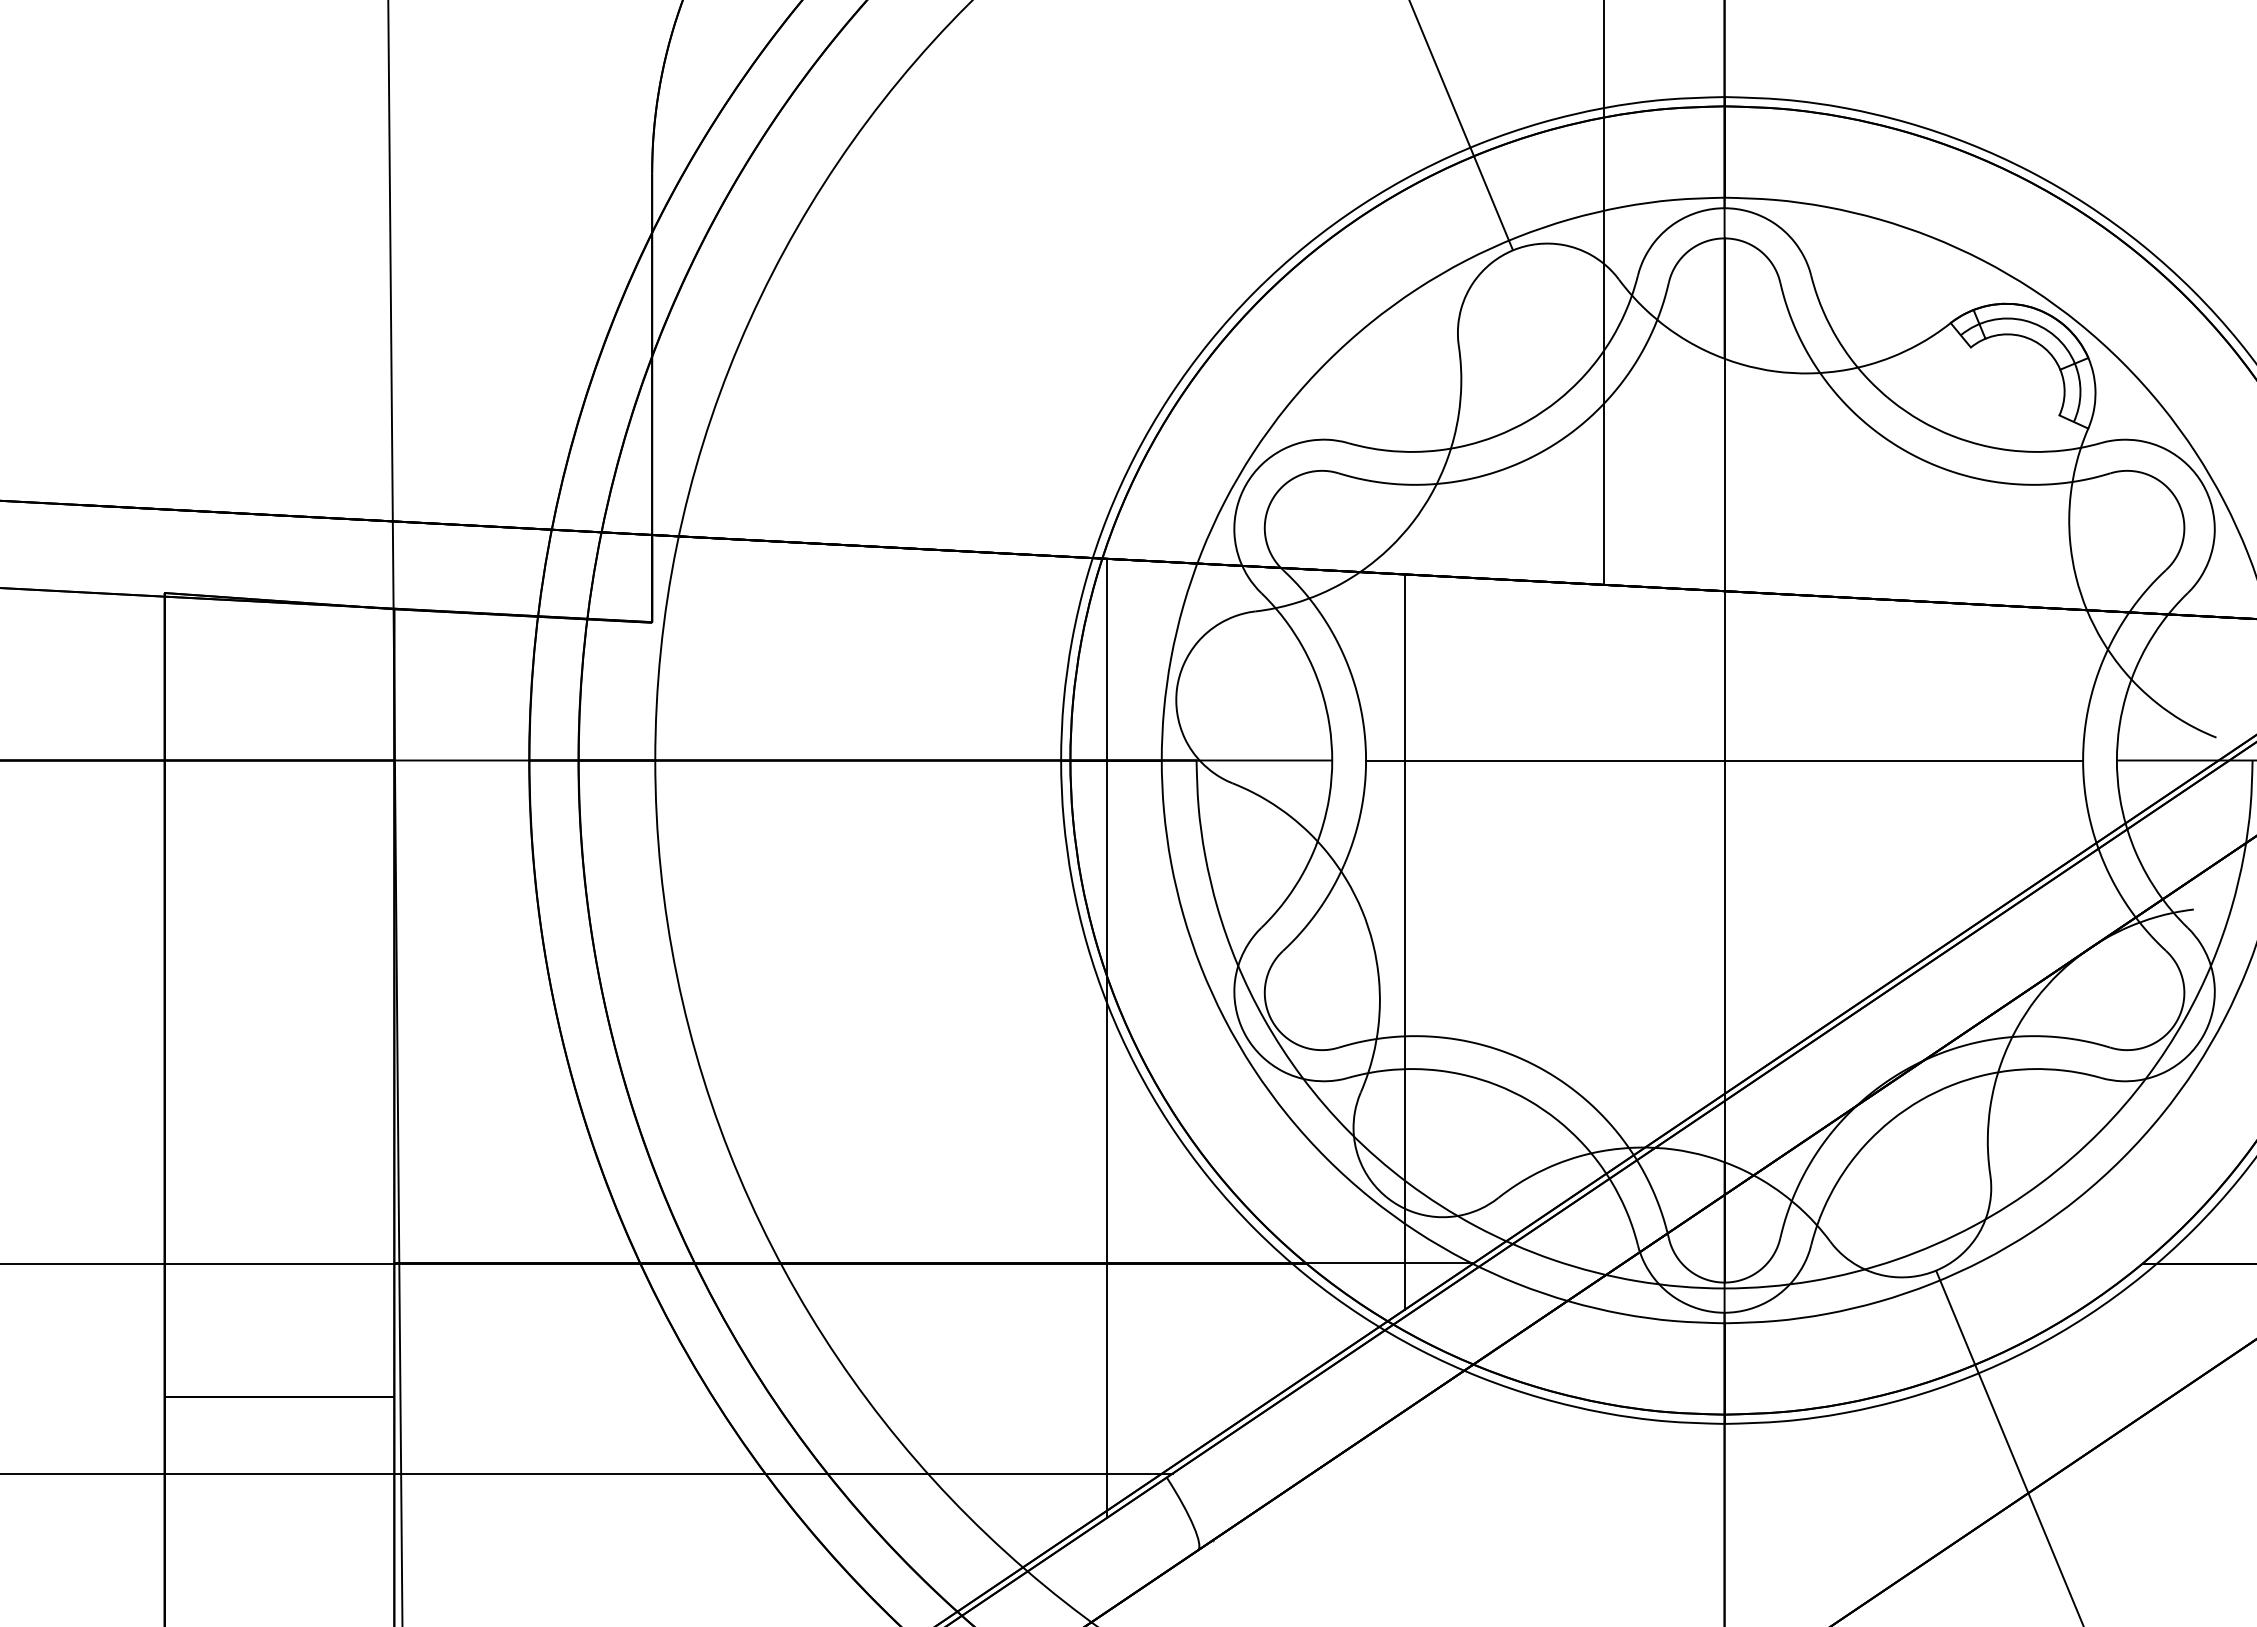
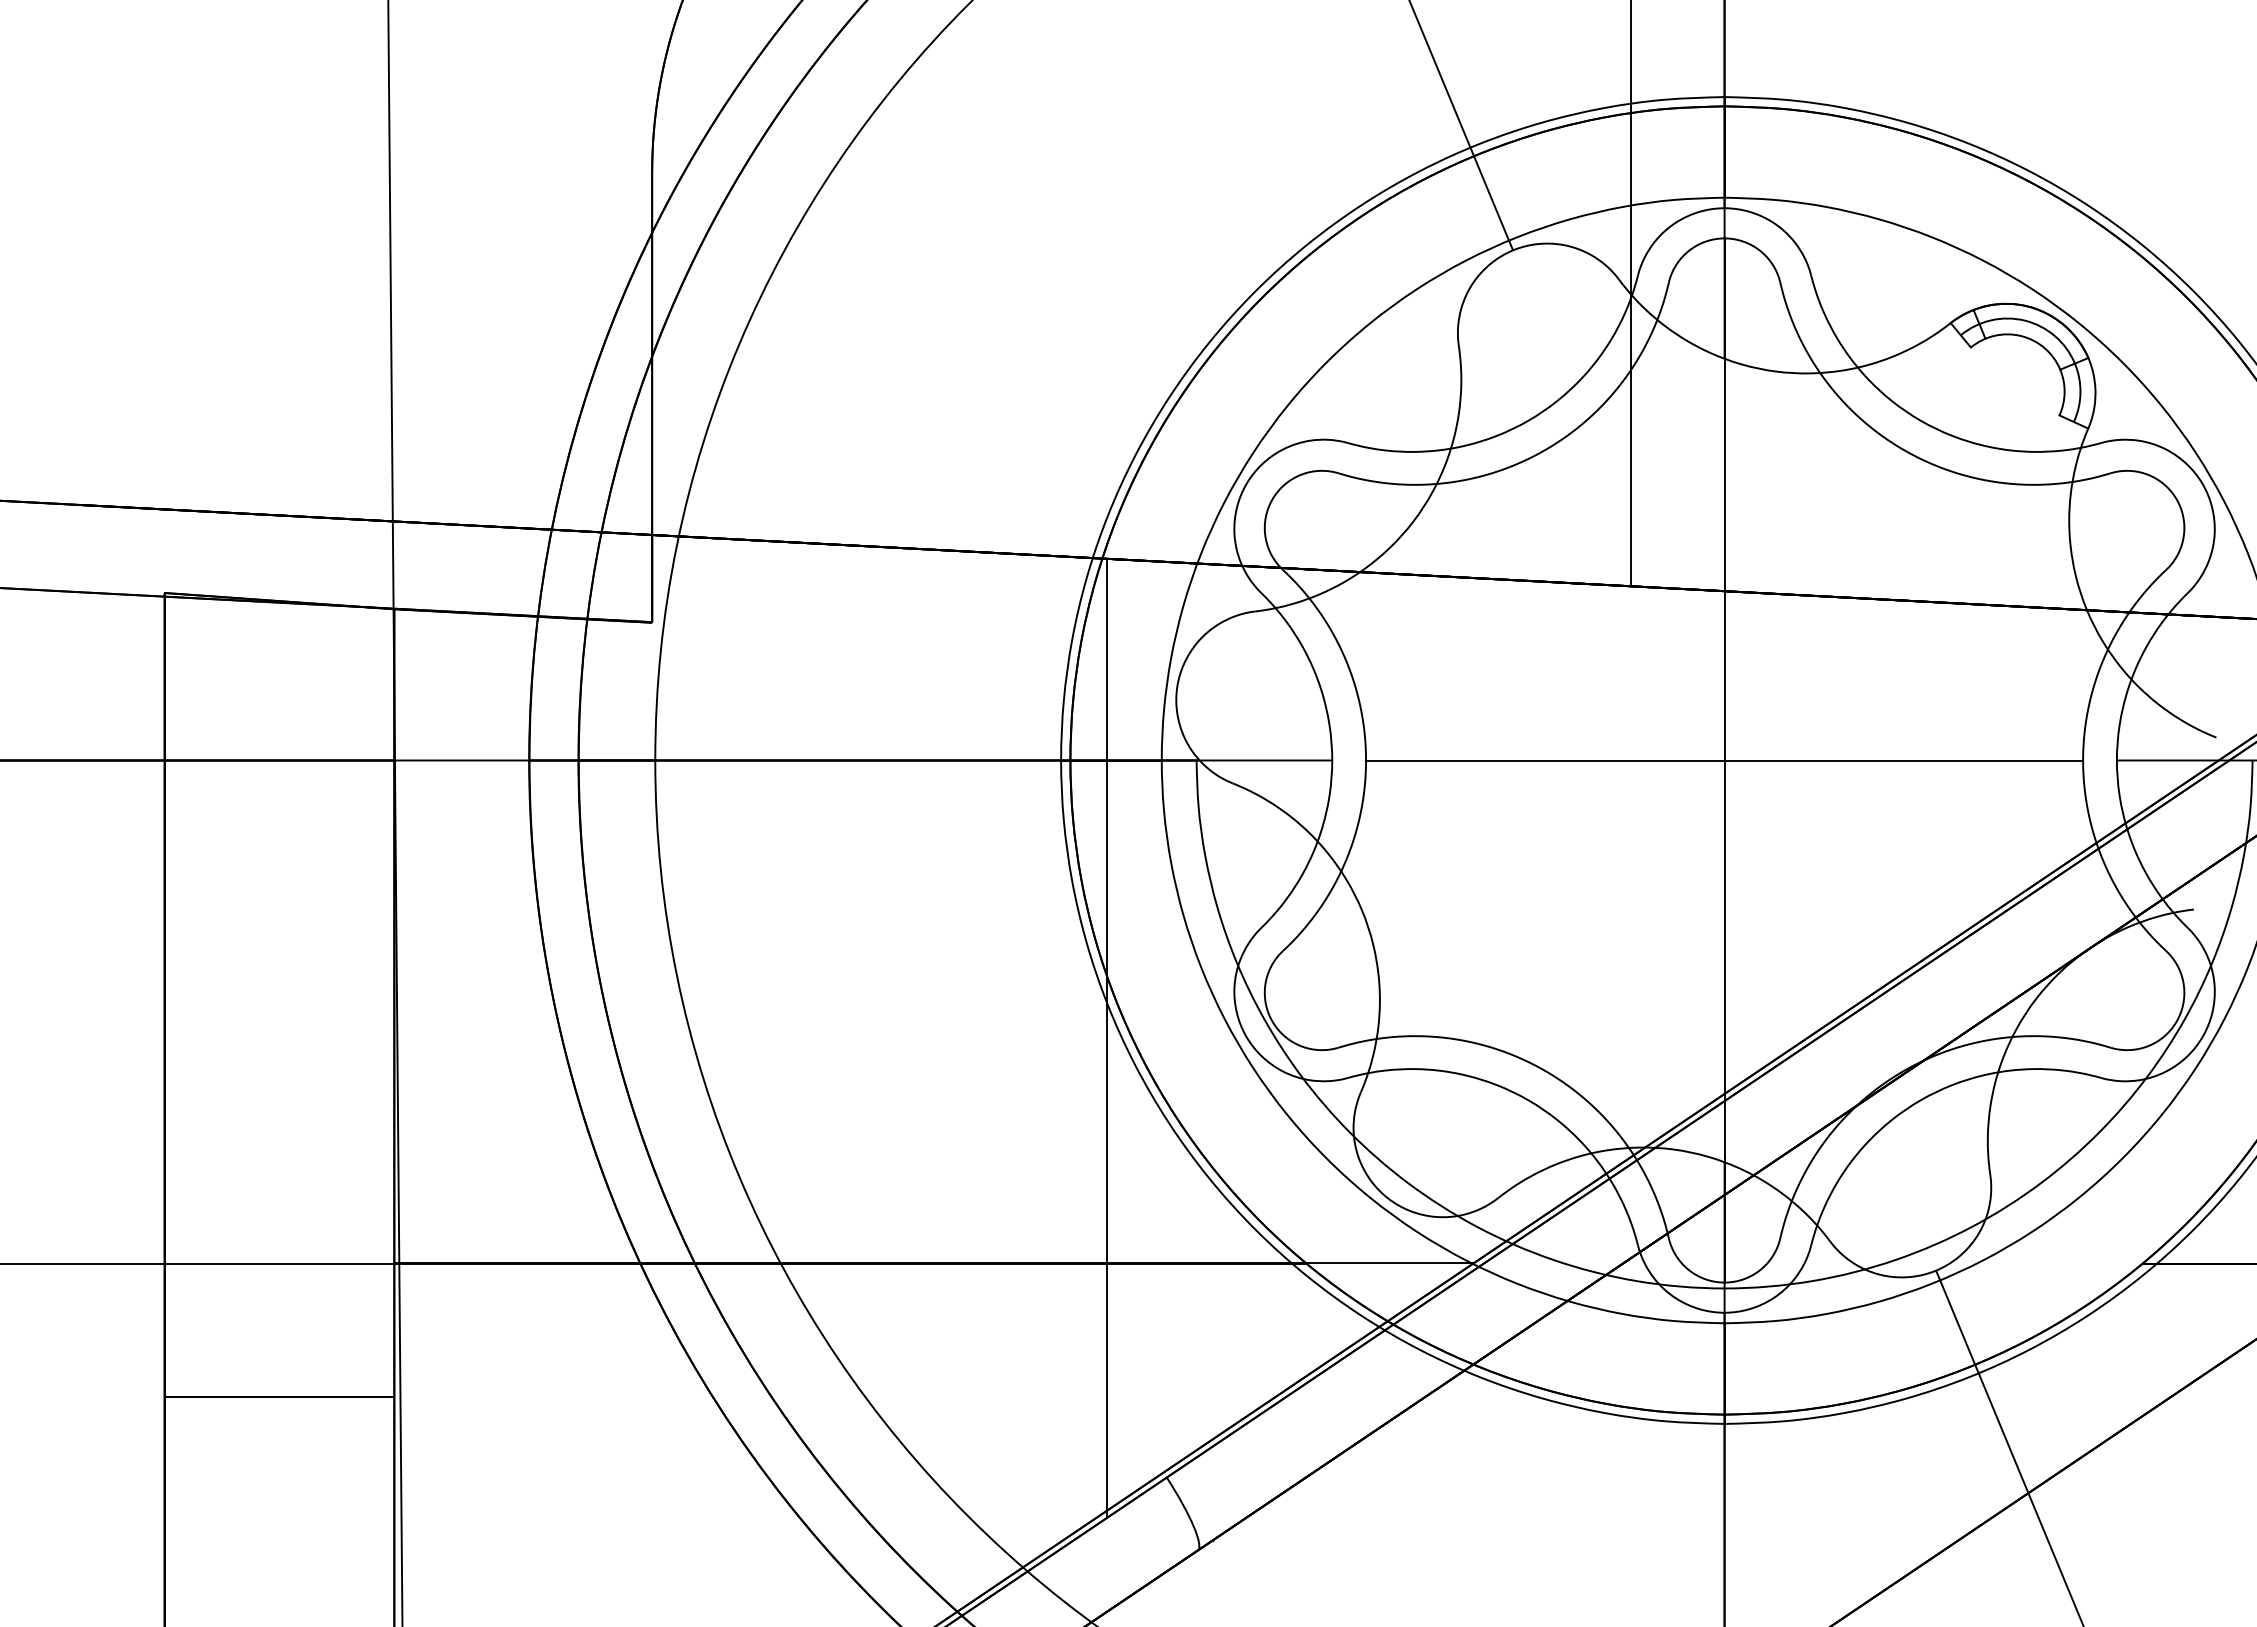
line at (1603, 293) position: (1603, 293) -> (1630, 293)
line at (1405, 941): present -> none
line at (587, 1473): present -> none
